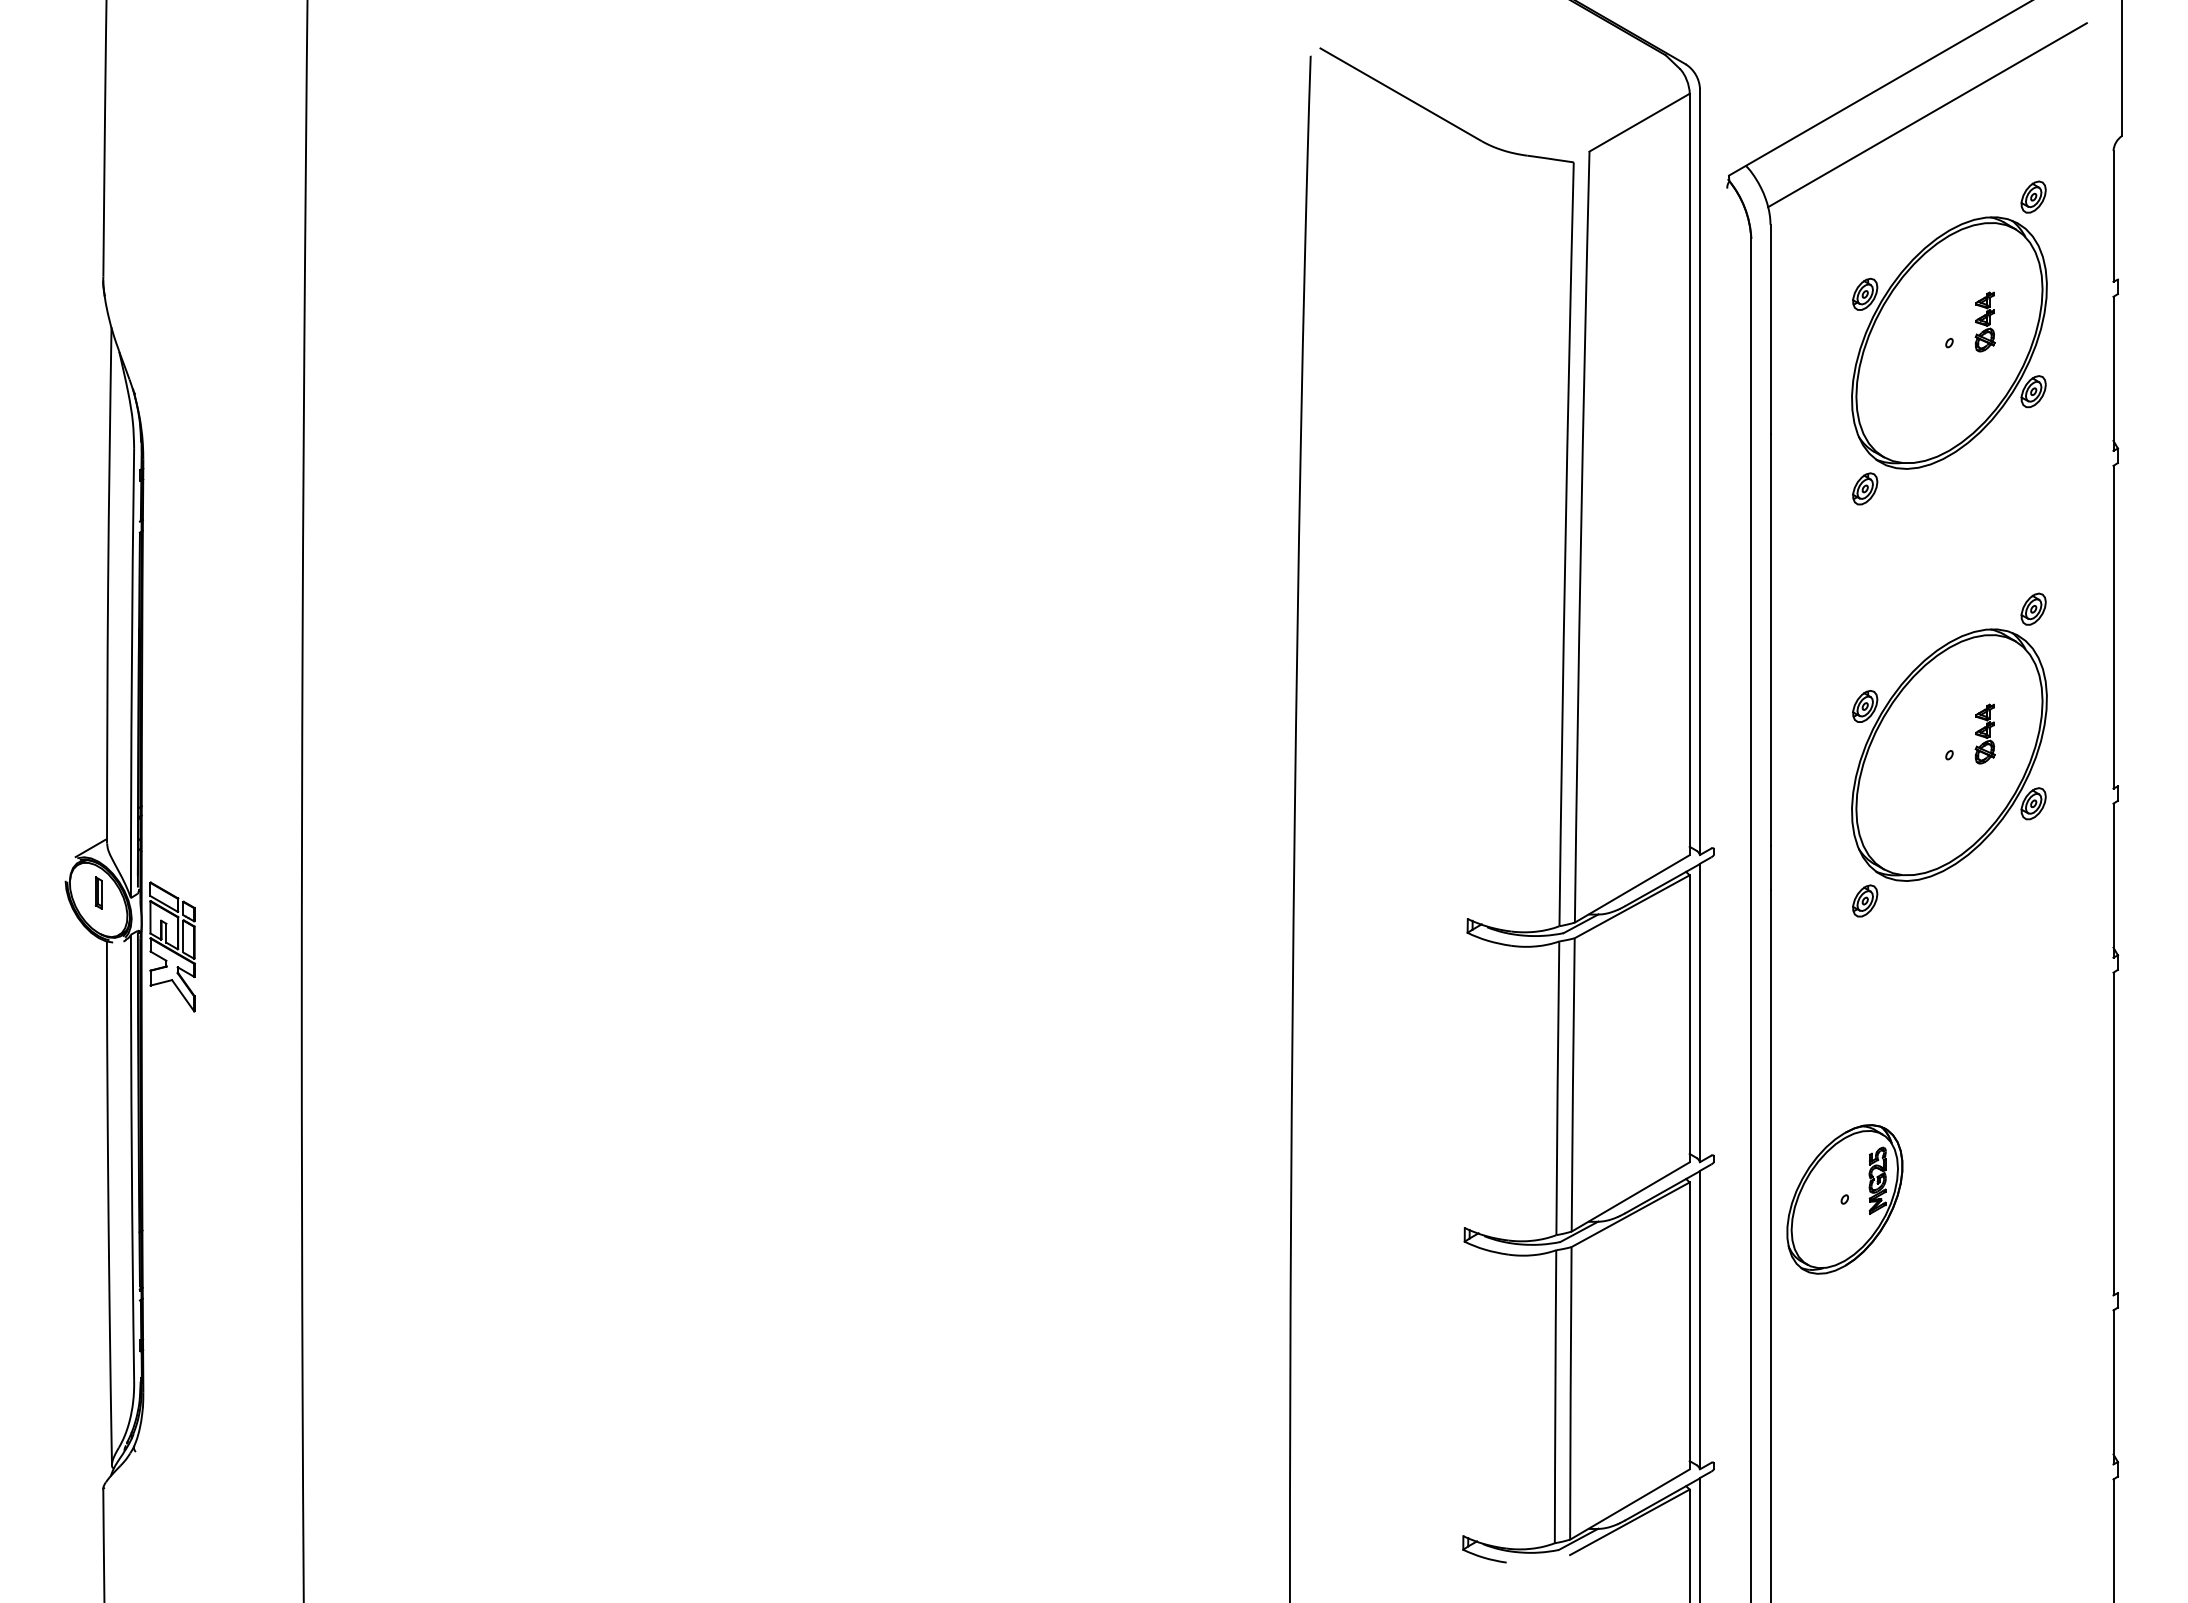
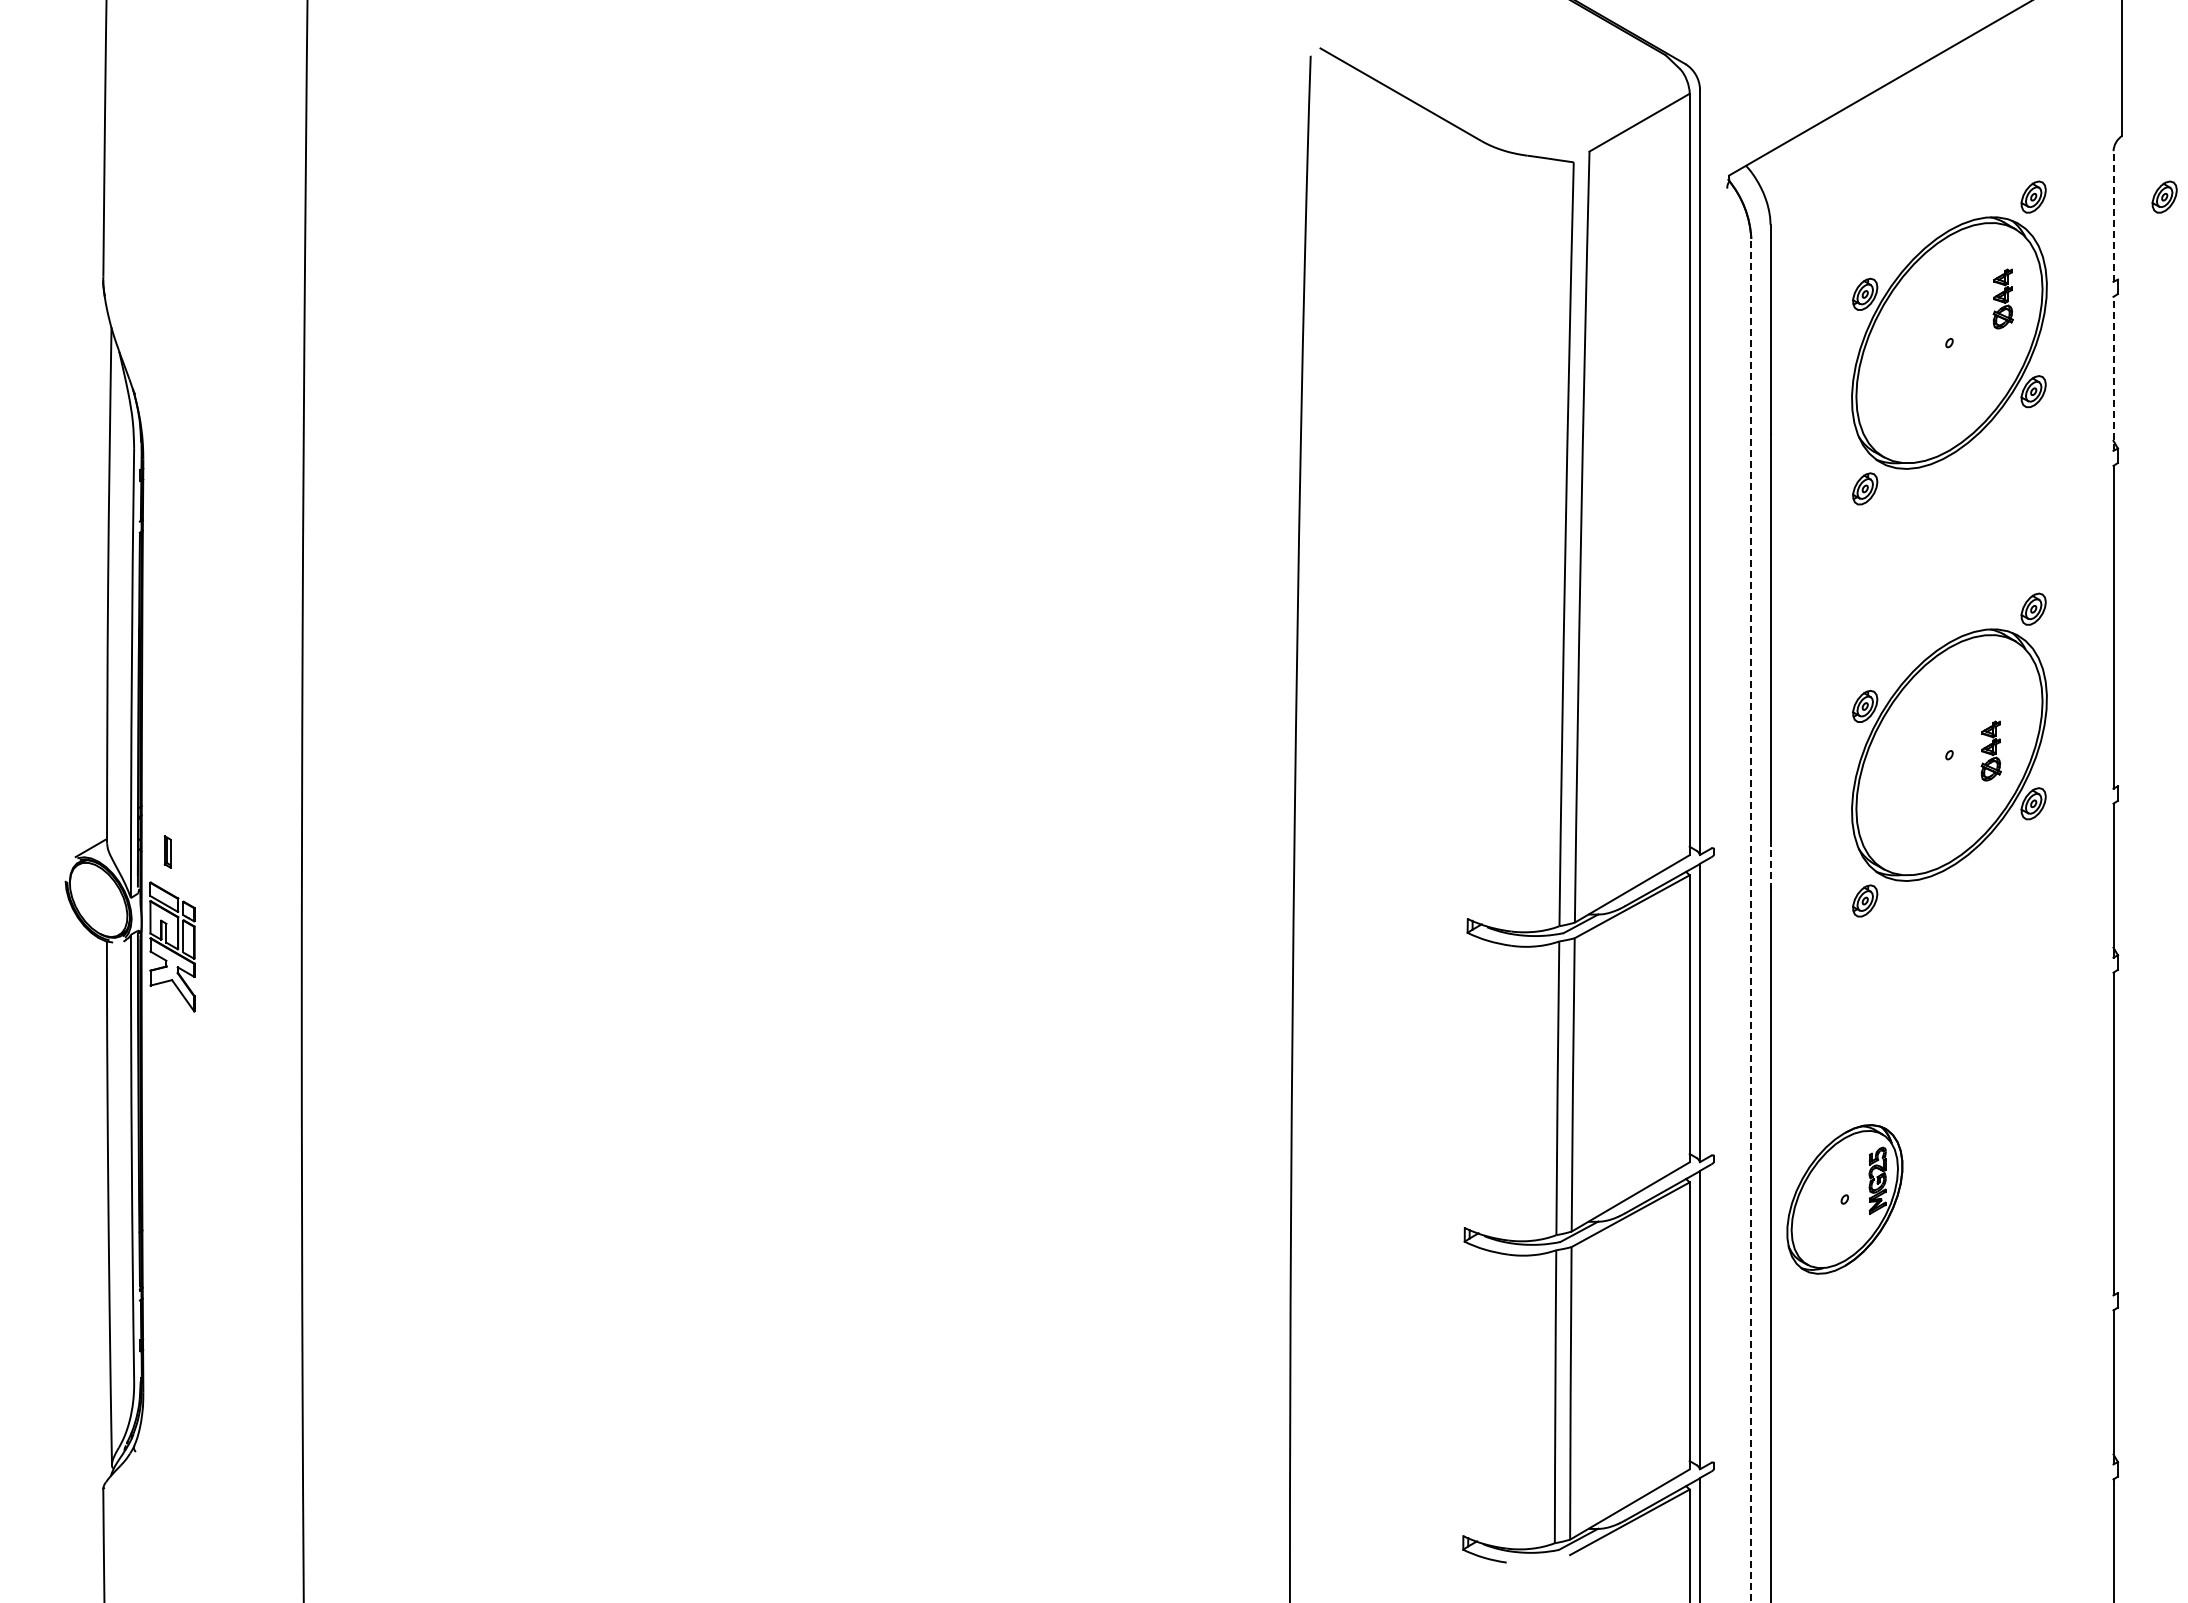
line at (1927, 115): present -> none
part at (2164, 196): none -> present
line at (2113, 216): solid -> dashed
part at (1984, 321) position: (1984, 321) -> (2002, 298)
line at (2113, 373): solid -> dashed
part at (1984, 733) position: (1984, 733) -> (1990, 750)
line at (1770, 867): solid -> dashed
part at (98, 892) position: (98, 892) -> (167, 851)
line at (1751, 920): solid -> dashed
